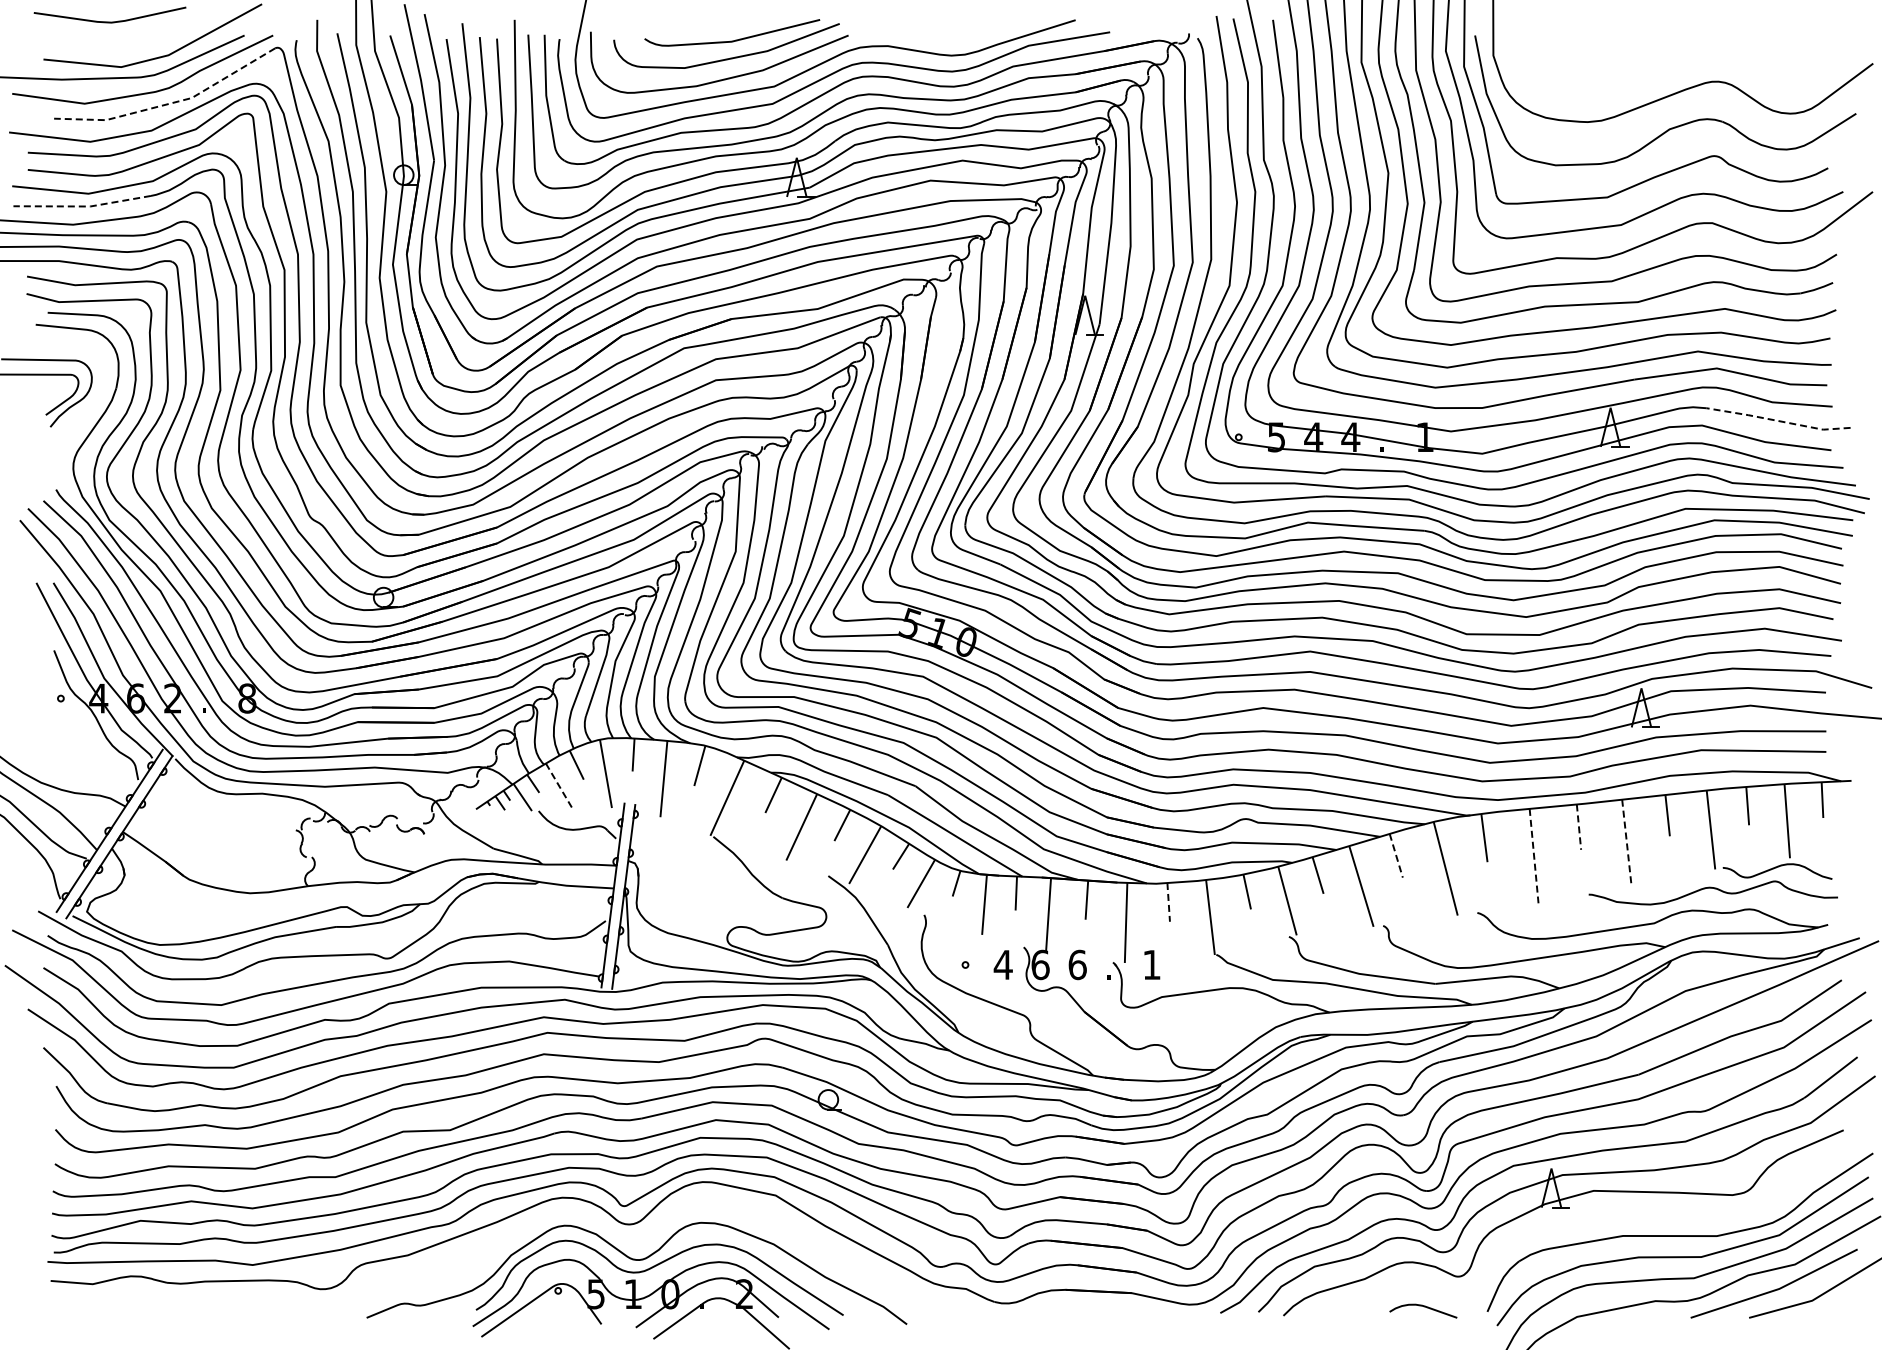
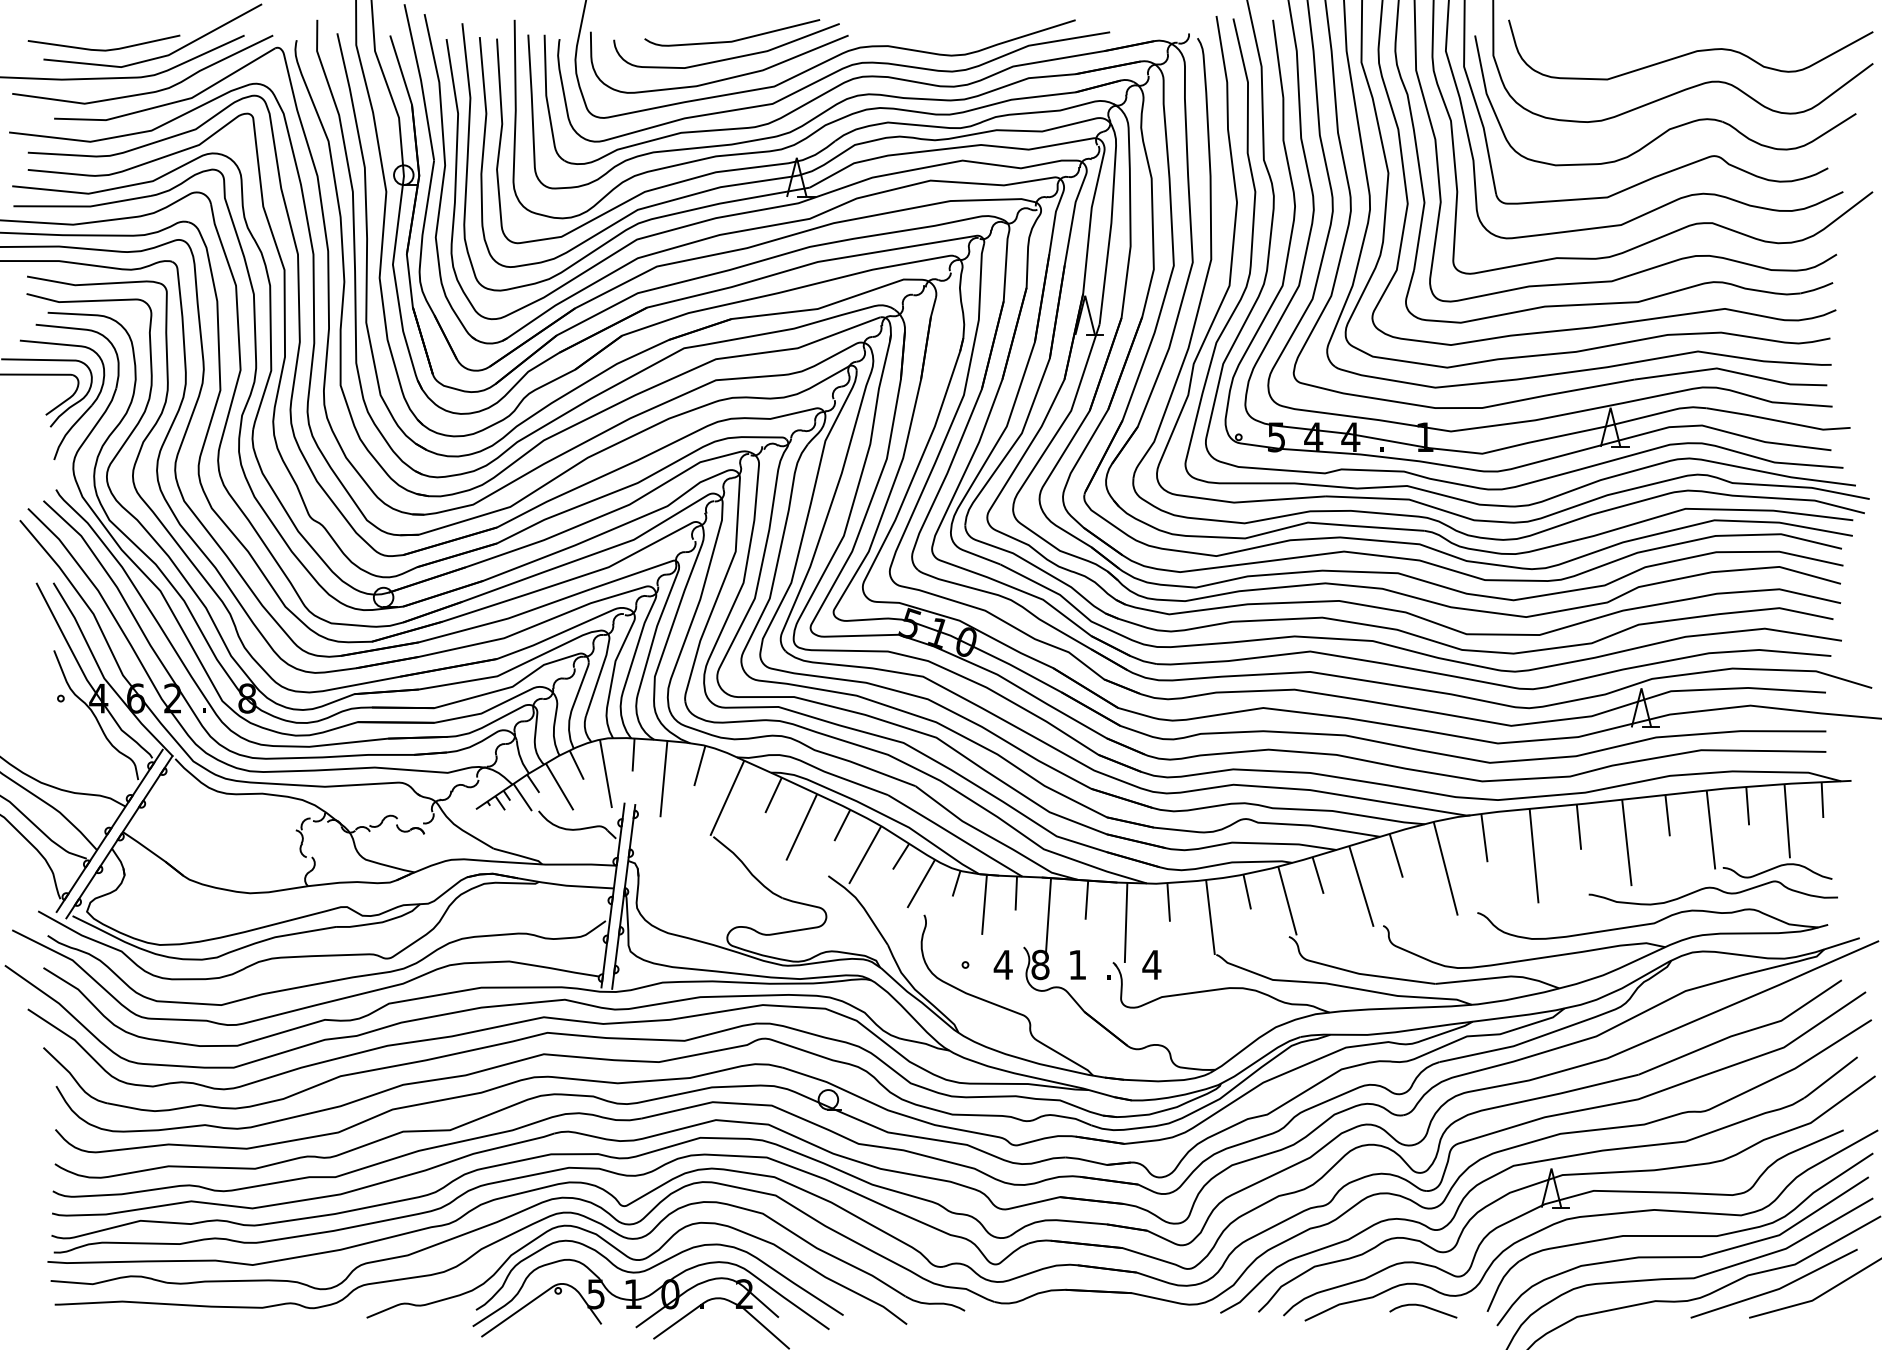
line at (109, 21) position: (109, 21) -> (103, 49)
curve at (1692, 51): none -> present
line at (170, 103): dashed -> solid
line at (83, 206): dashed -> solid
part at (80, 416): none -> present
line at (1778, 420): dashed -> solid
line at (559, 787): dashed -> solid
line at (1578, 827): dashed -> solid
line at (1626, 843): dashed -> solid
line at (1396, 855): dashed -> solid
line at (1534, 856): dashed -> solid
line at (1168, 902): dashed -> solid
text at (1040, 964): 6 -> 8
text at (1077, 964): 6 -> 1
text at (1151, 964): 1 -> 4
curve at (1588, 1217): none -> present
part at (501, 1240): none -> present
